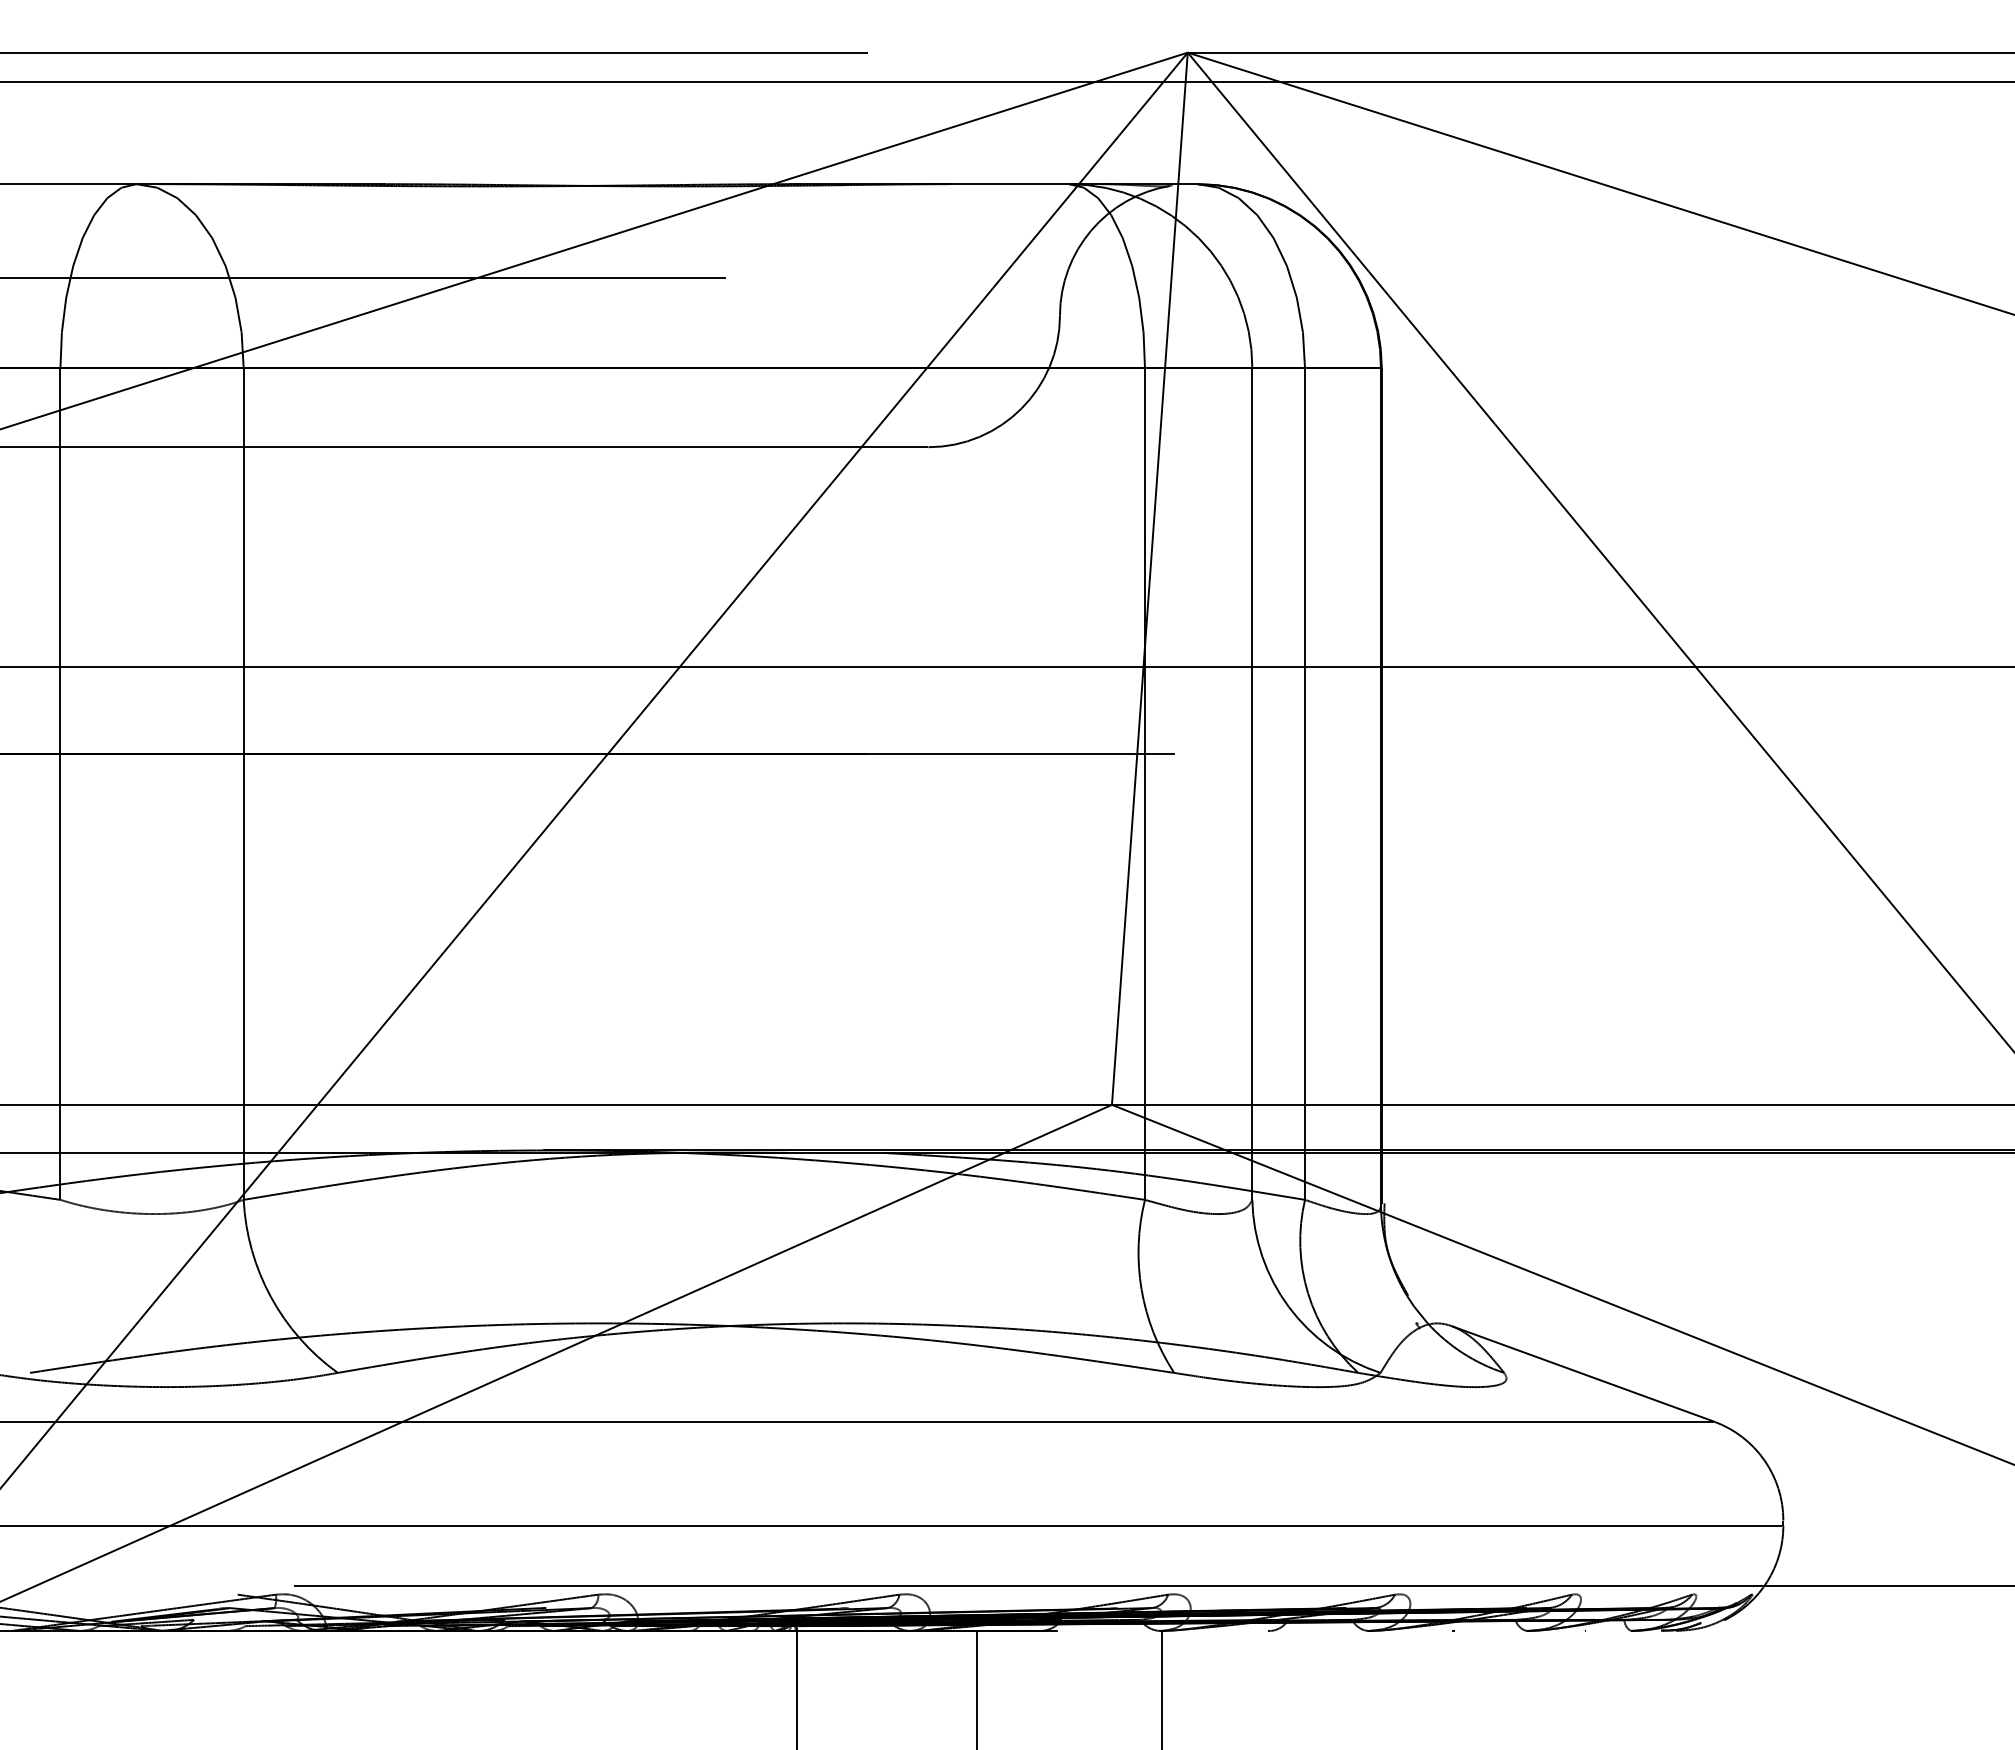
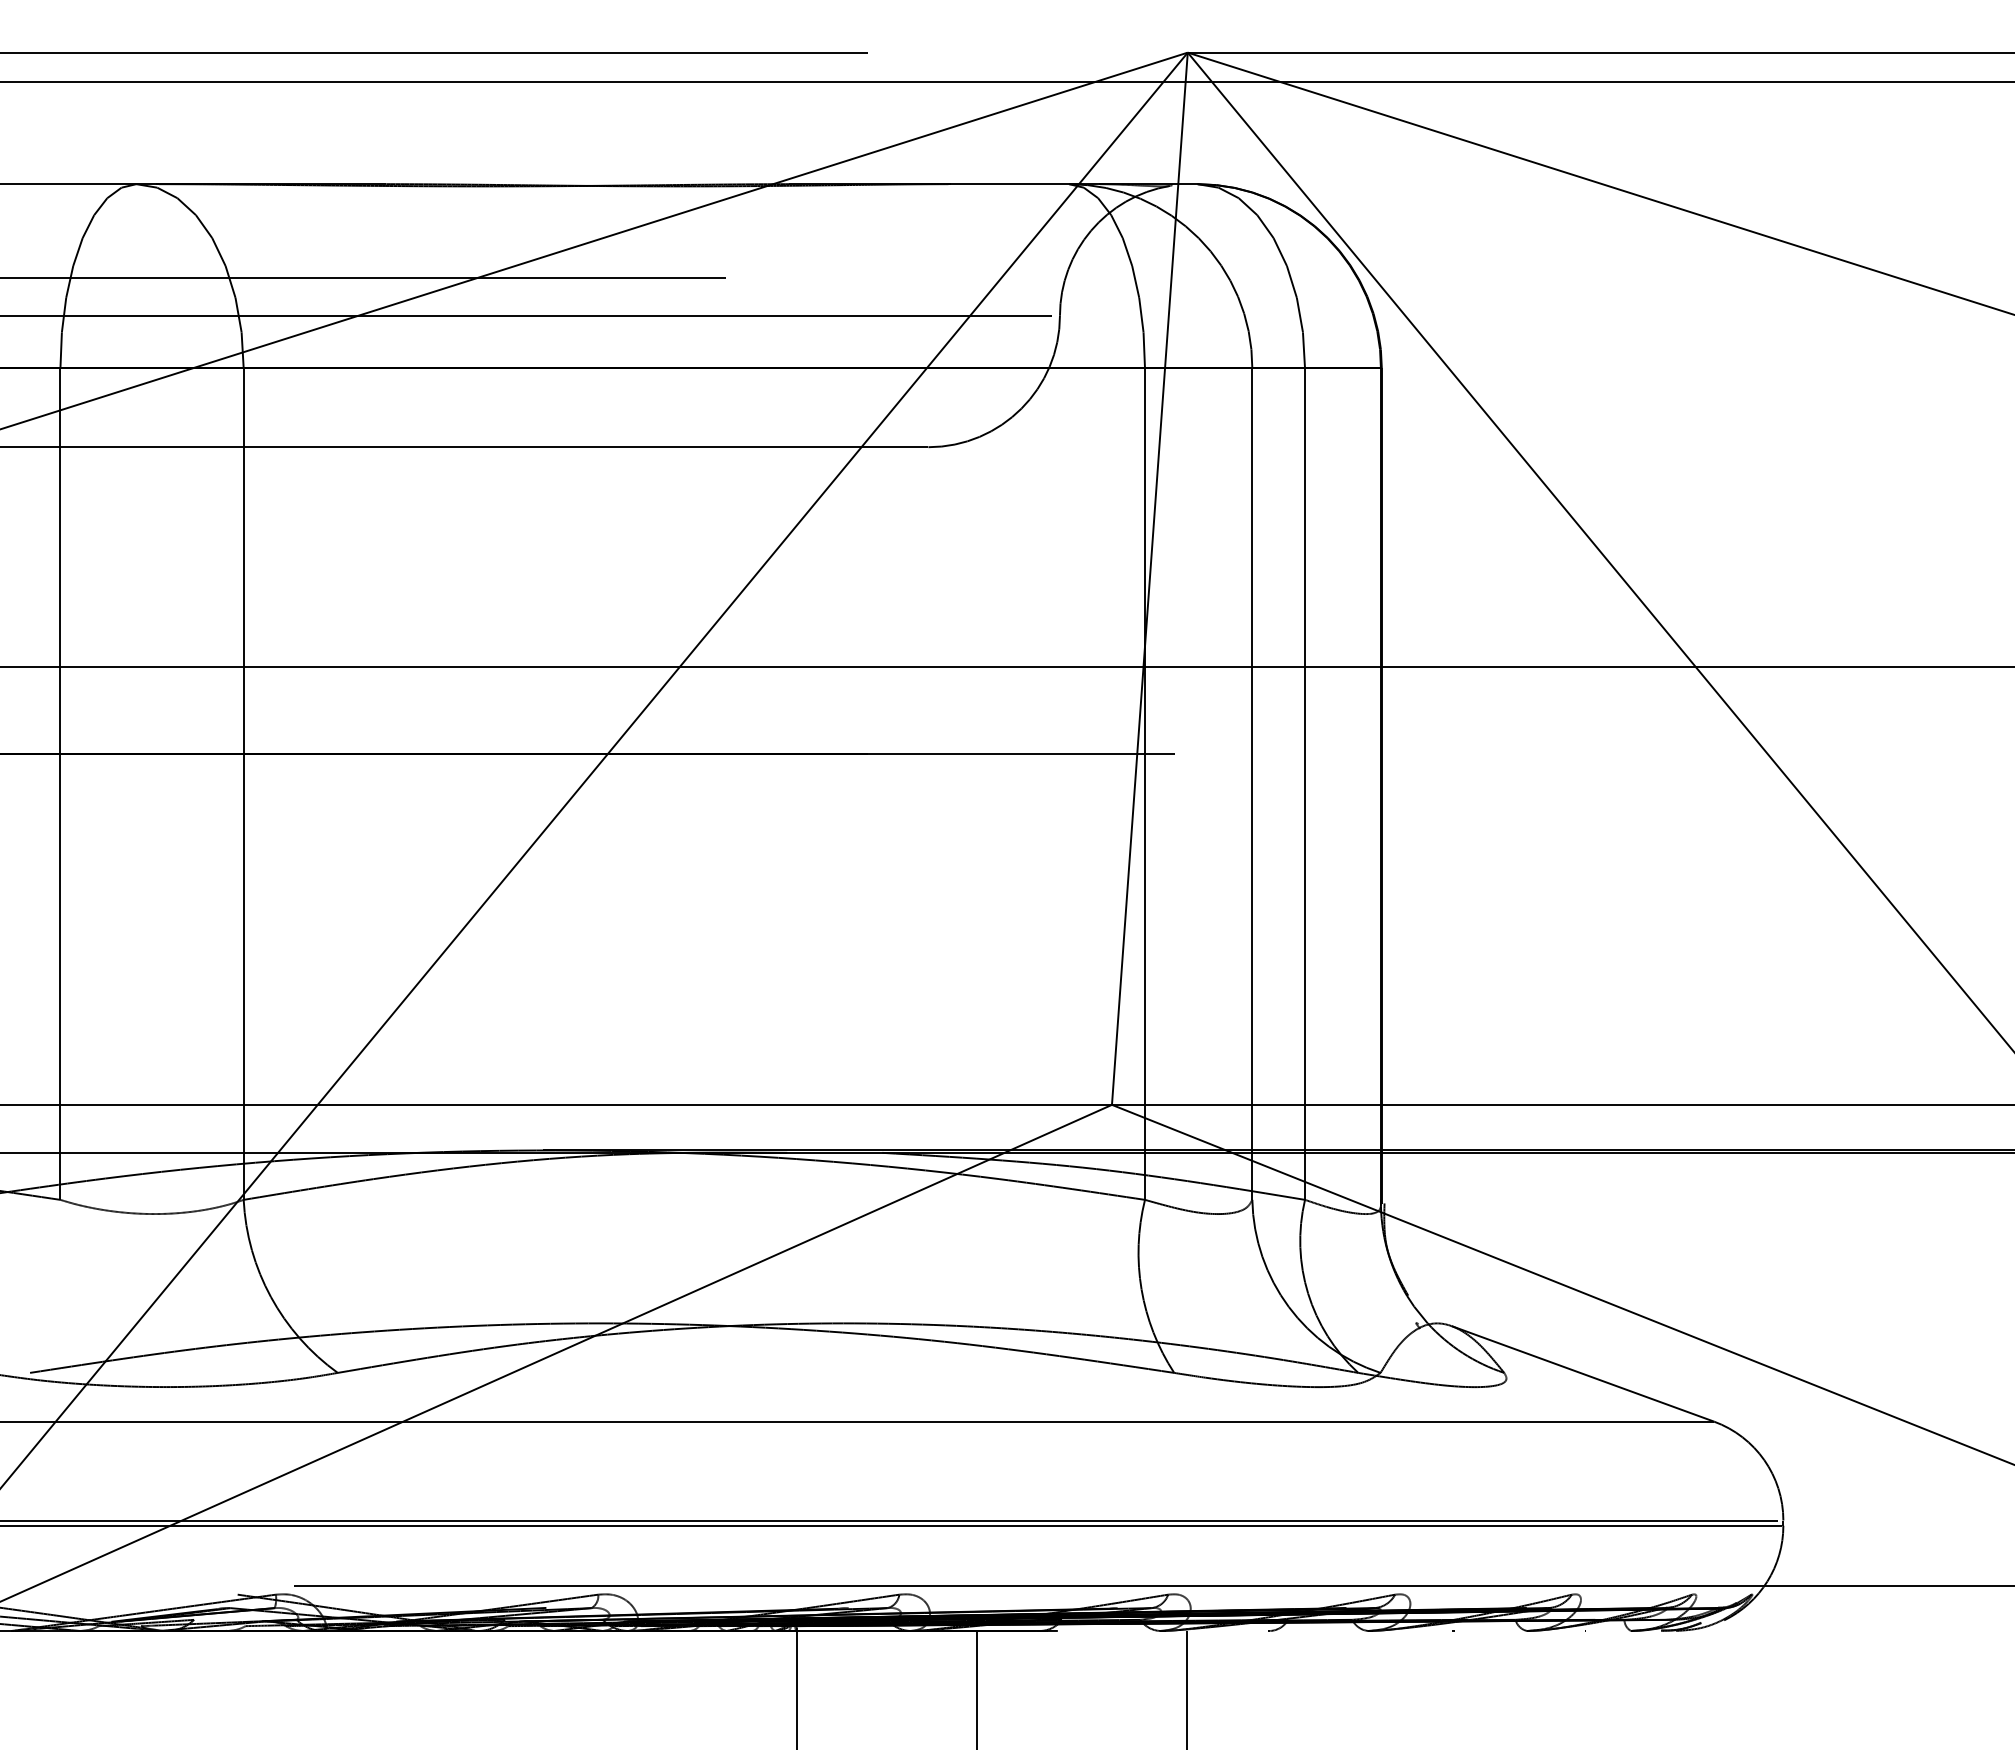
line at (526, 315): none -> present
line at (890, 1520): none -> present
line at (1162, 1688) position: (1162, 1688) -> (1187, 1688)
